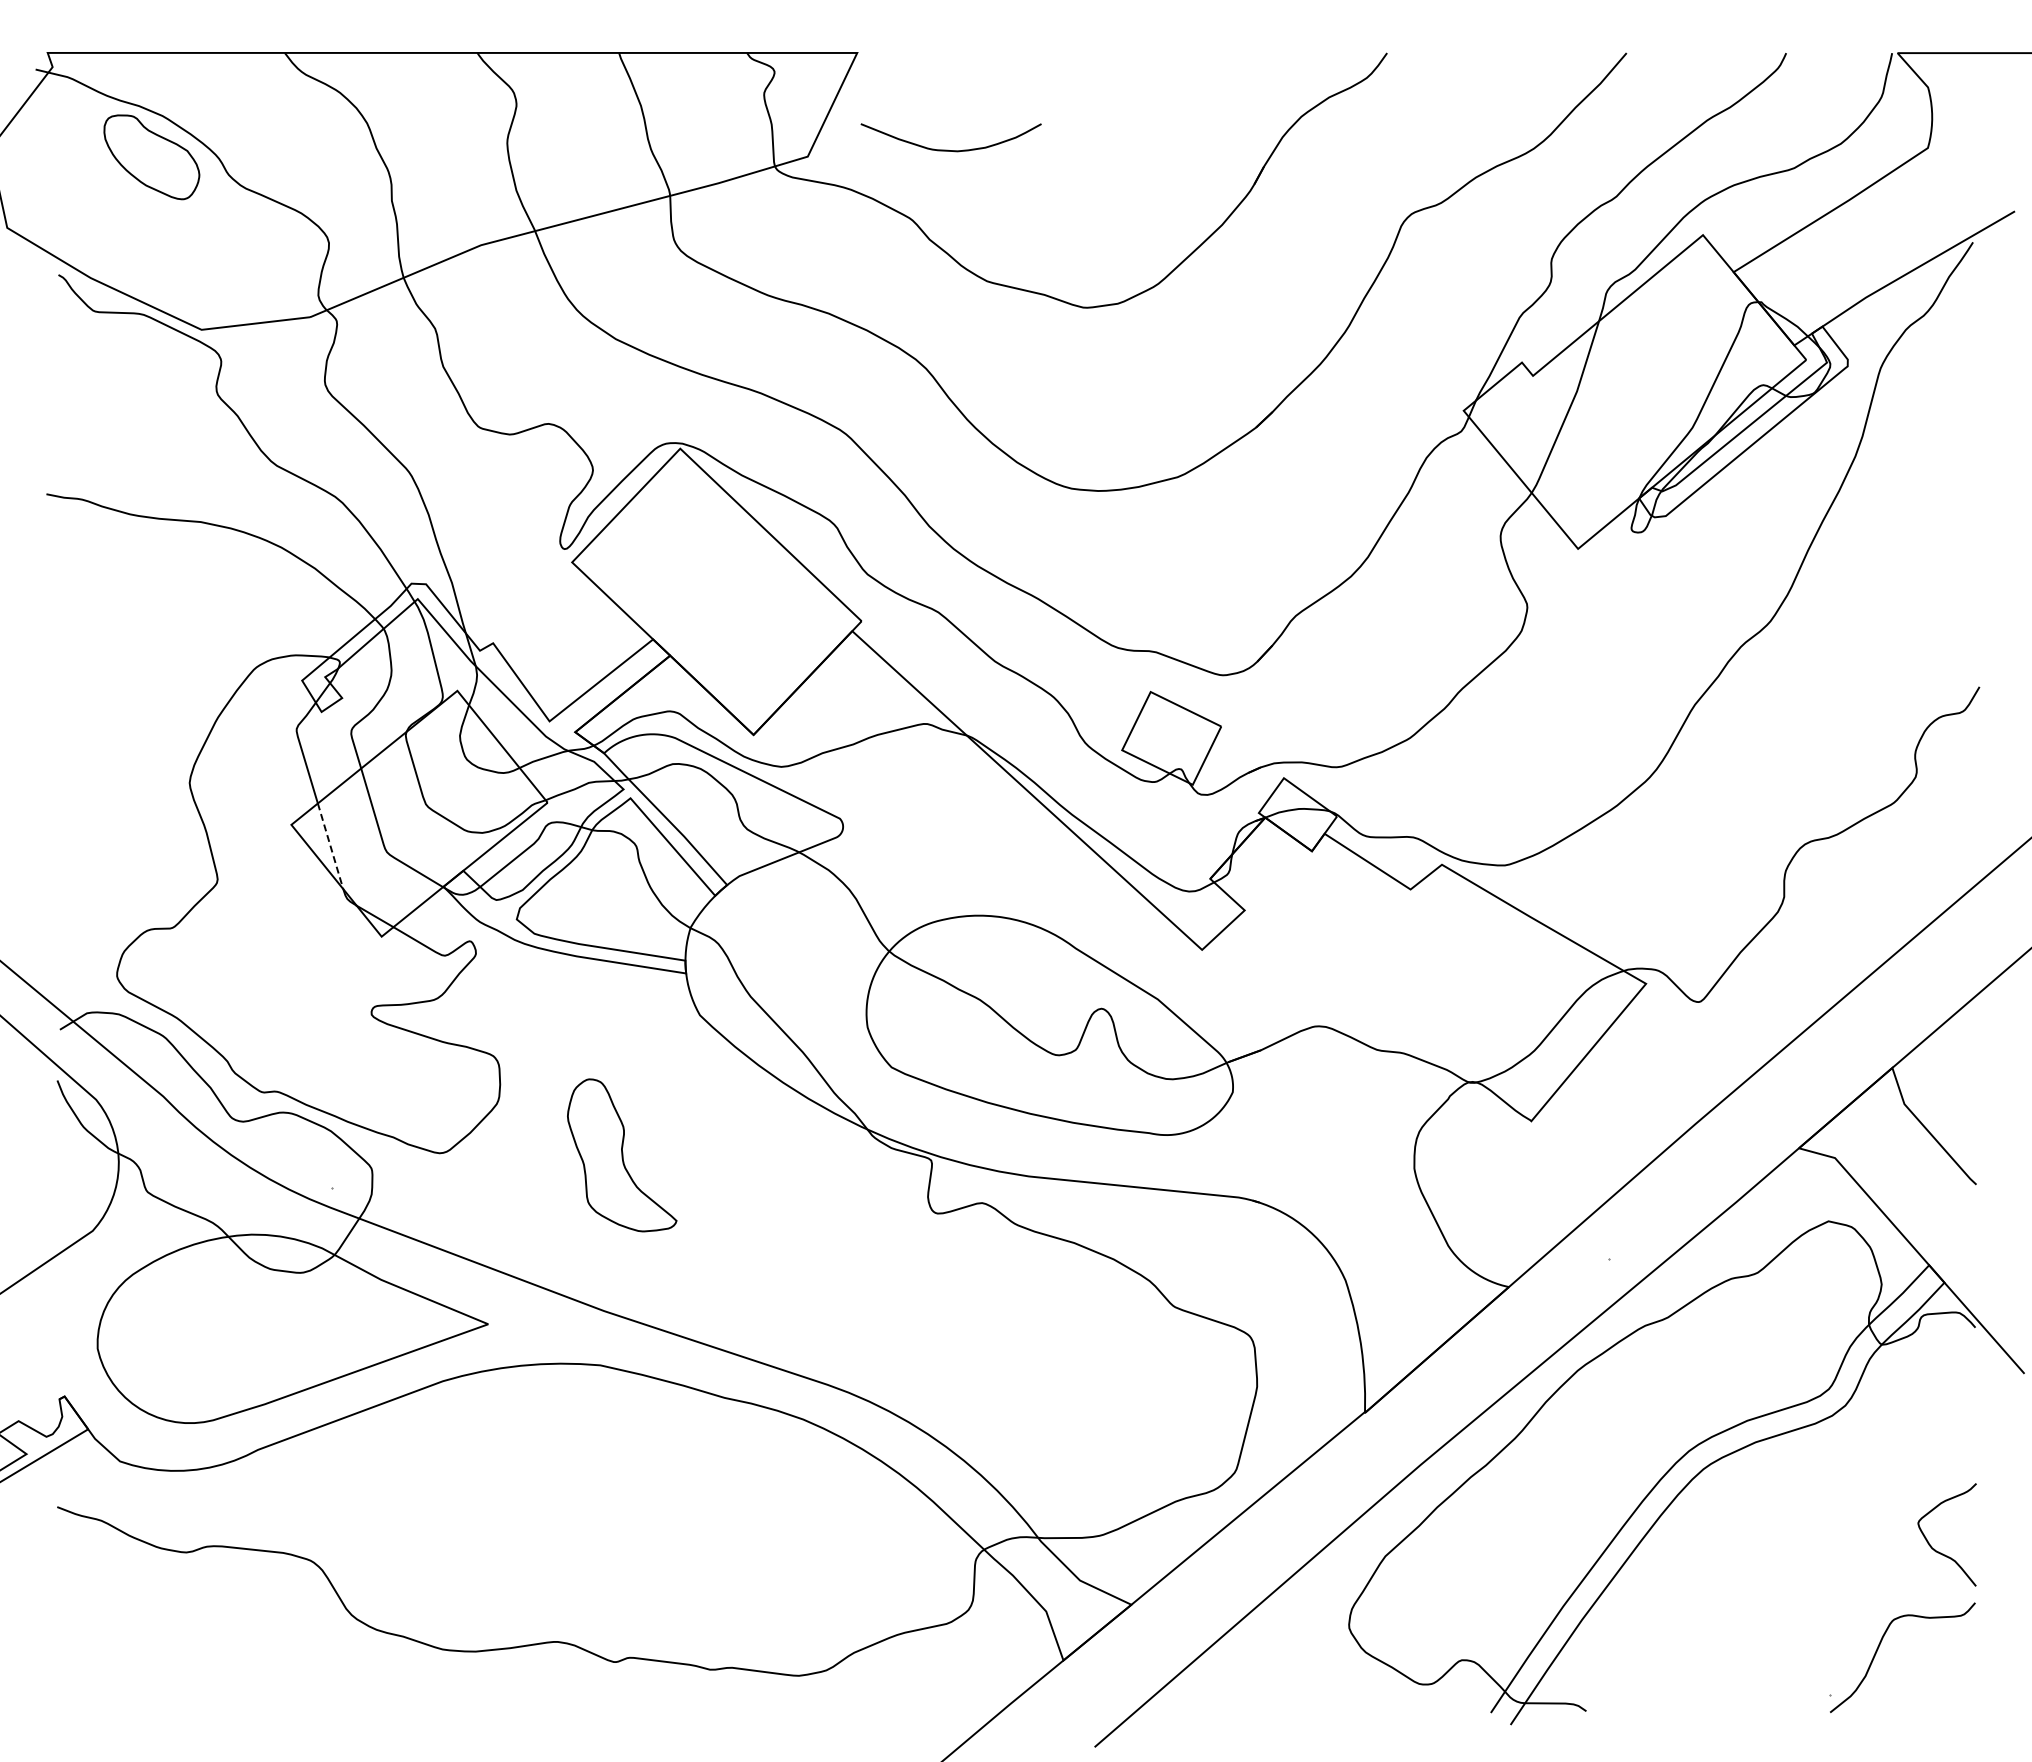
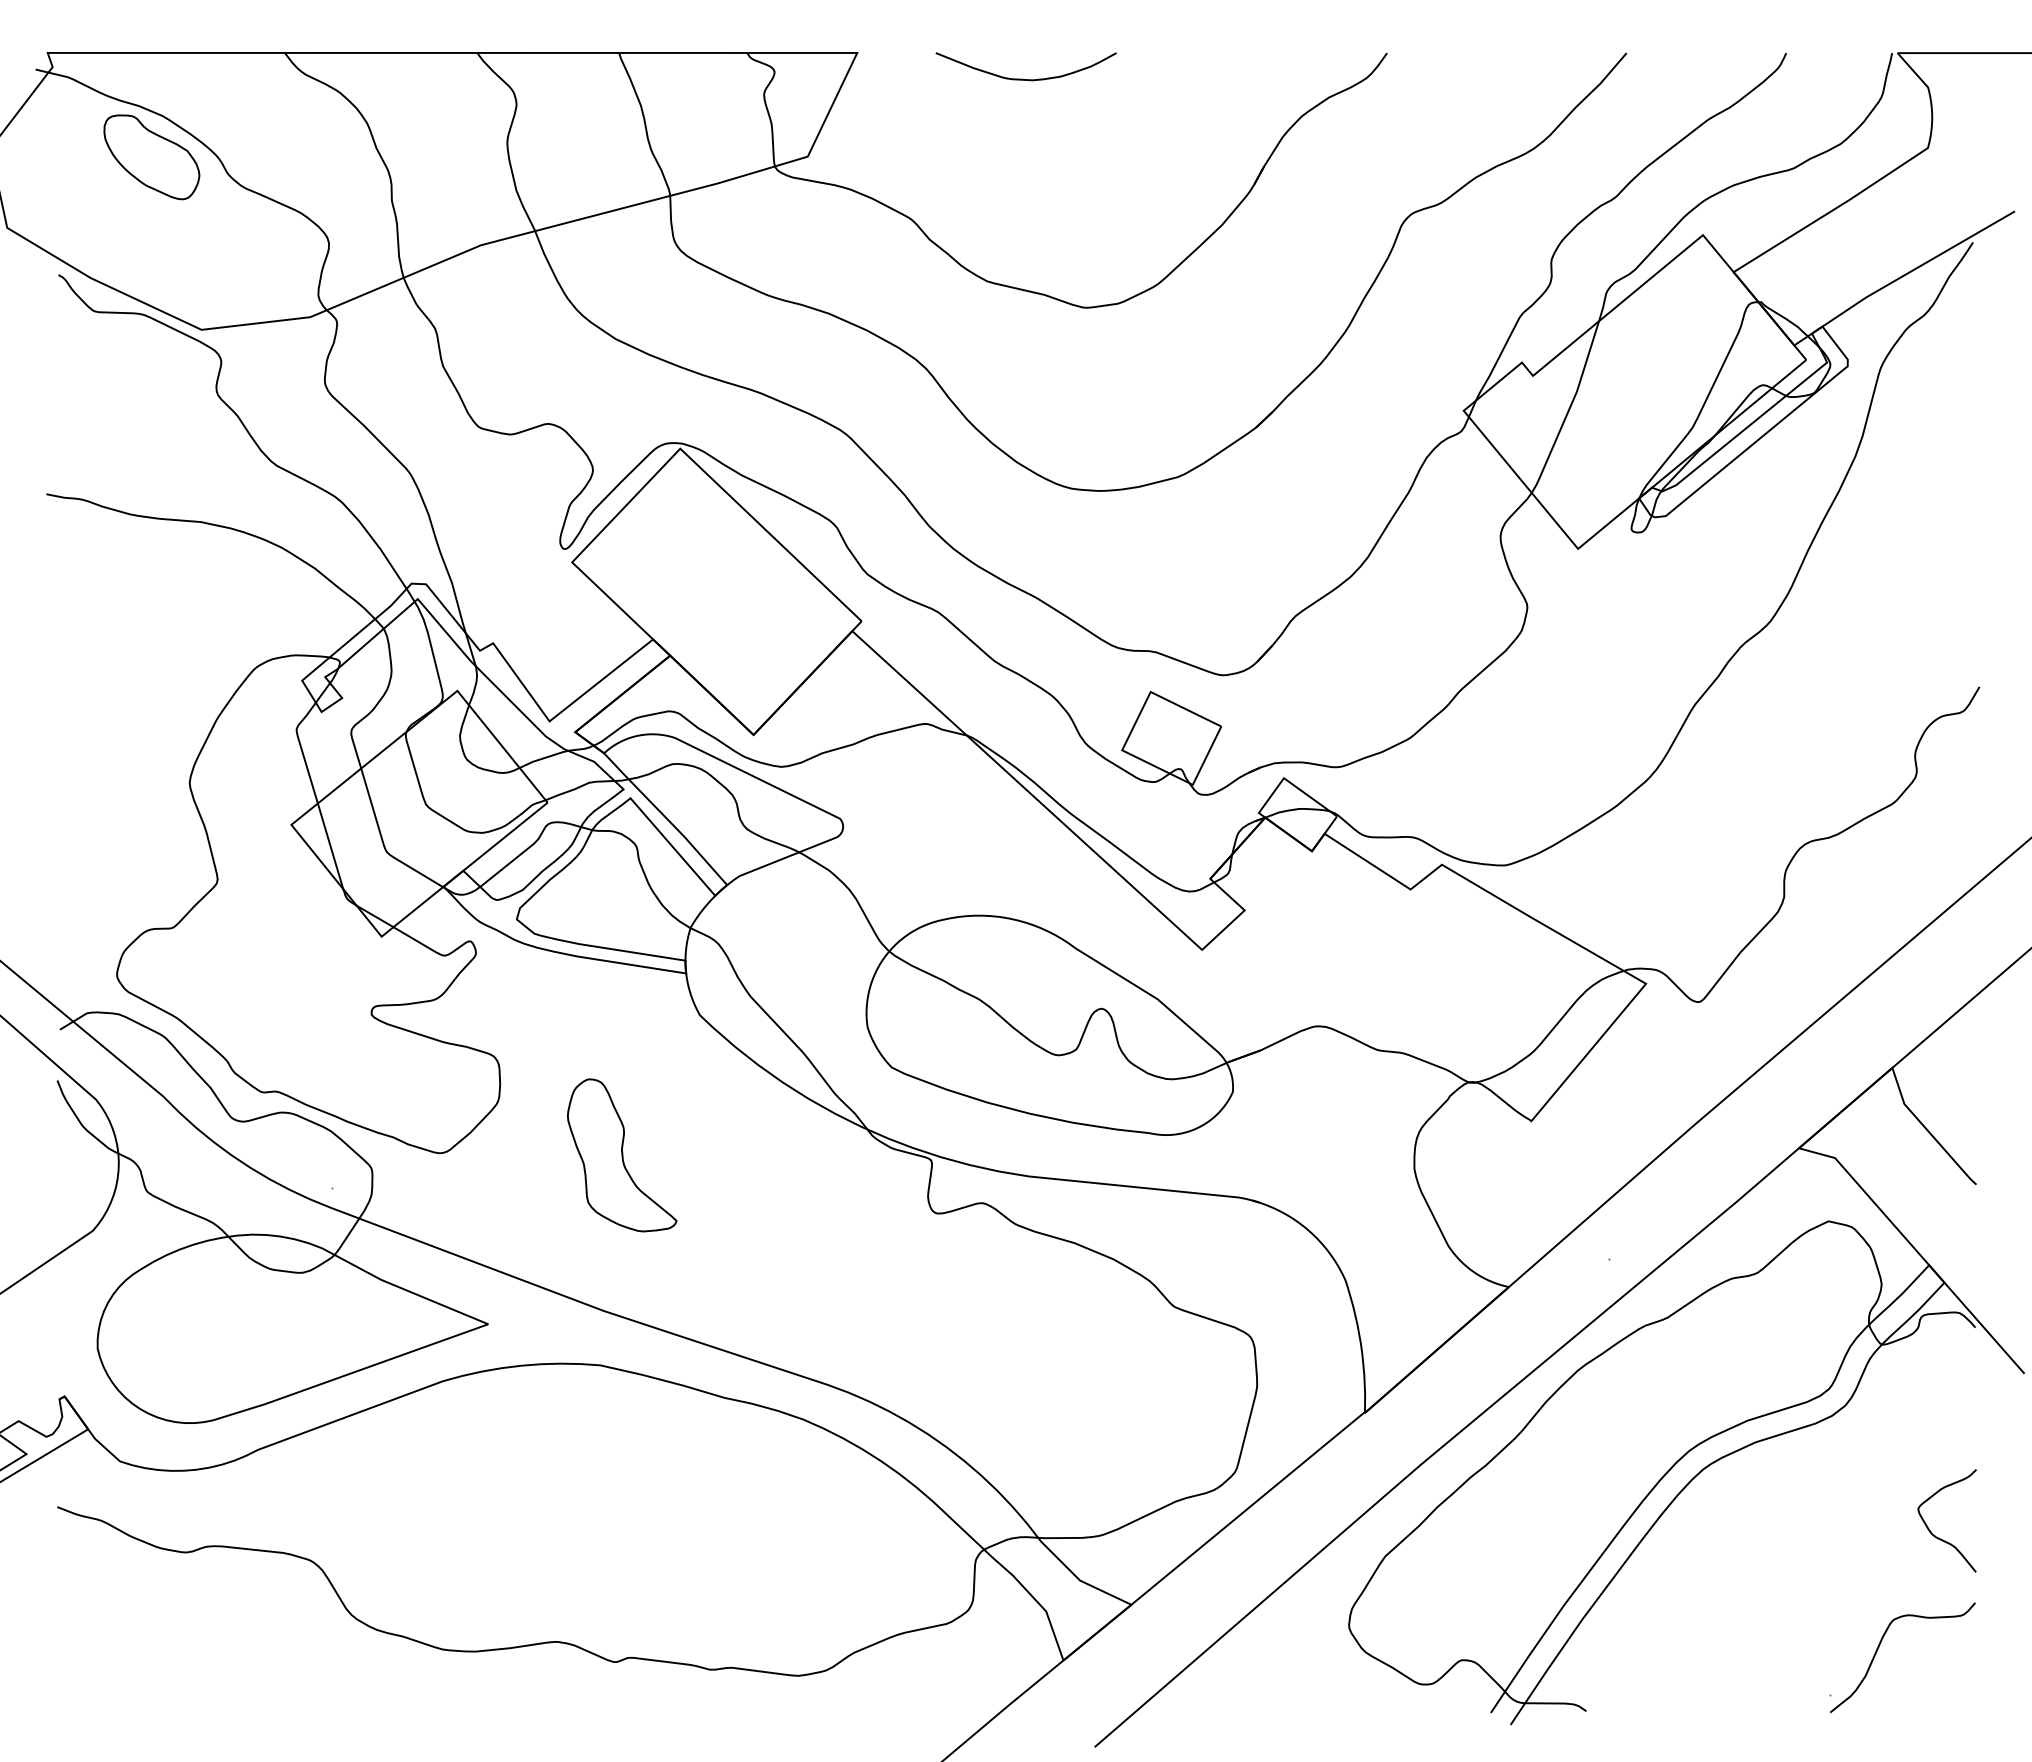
curve at (947, 149) position: (947, 149) -> (1022, 78)
line at (330, 846): dashed -> solid
curve at (1934, 1548) position: (1934, 1548) -> (1934, 1534)
